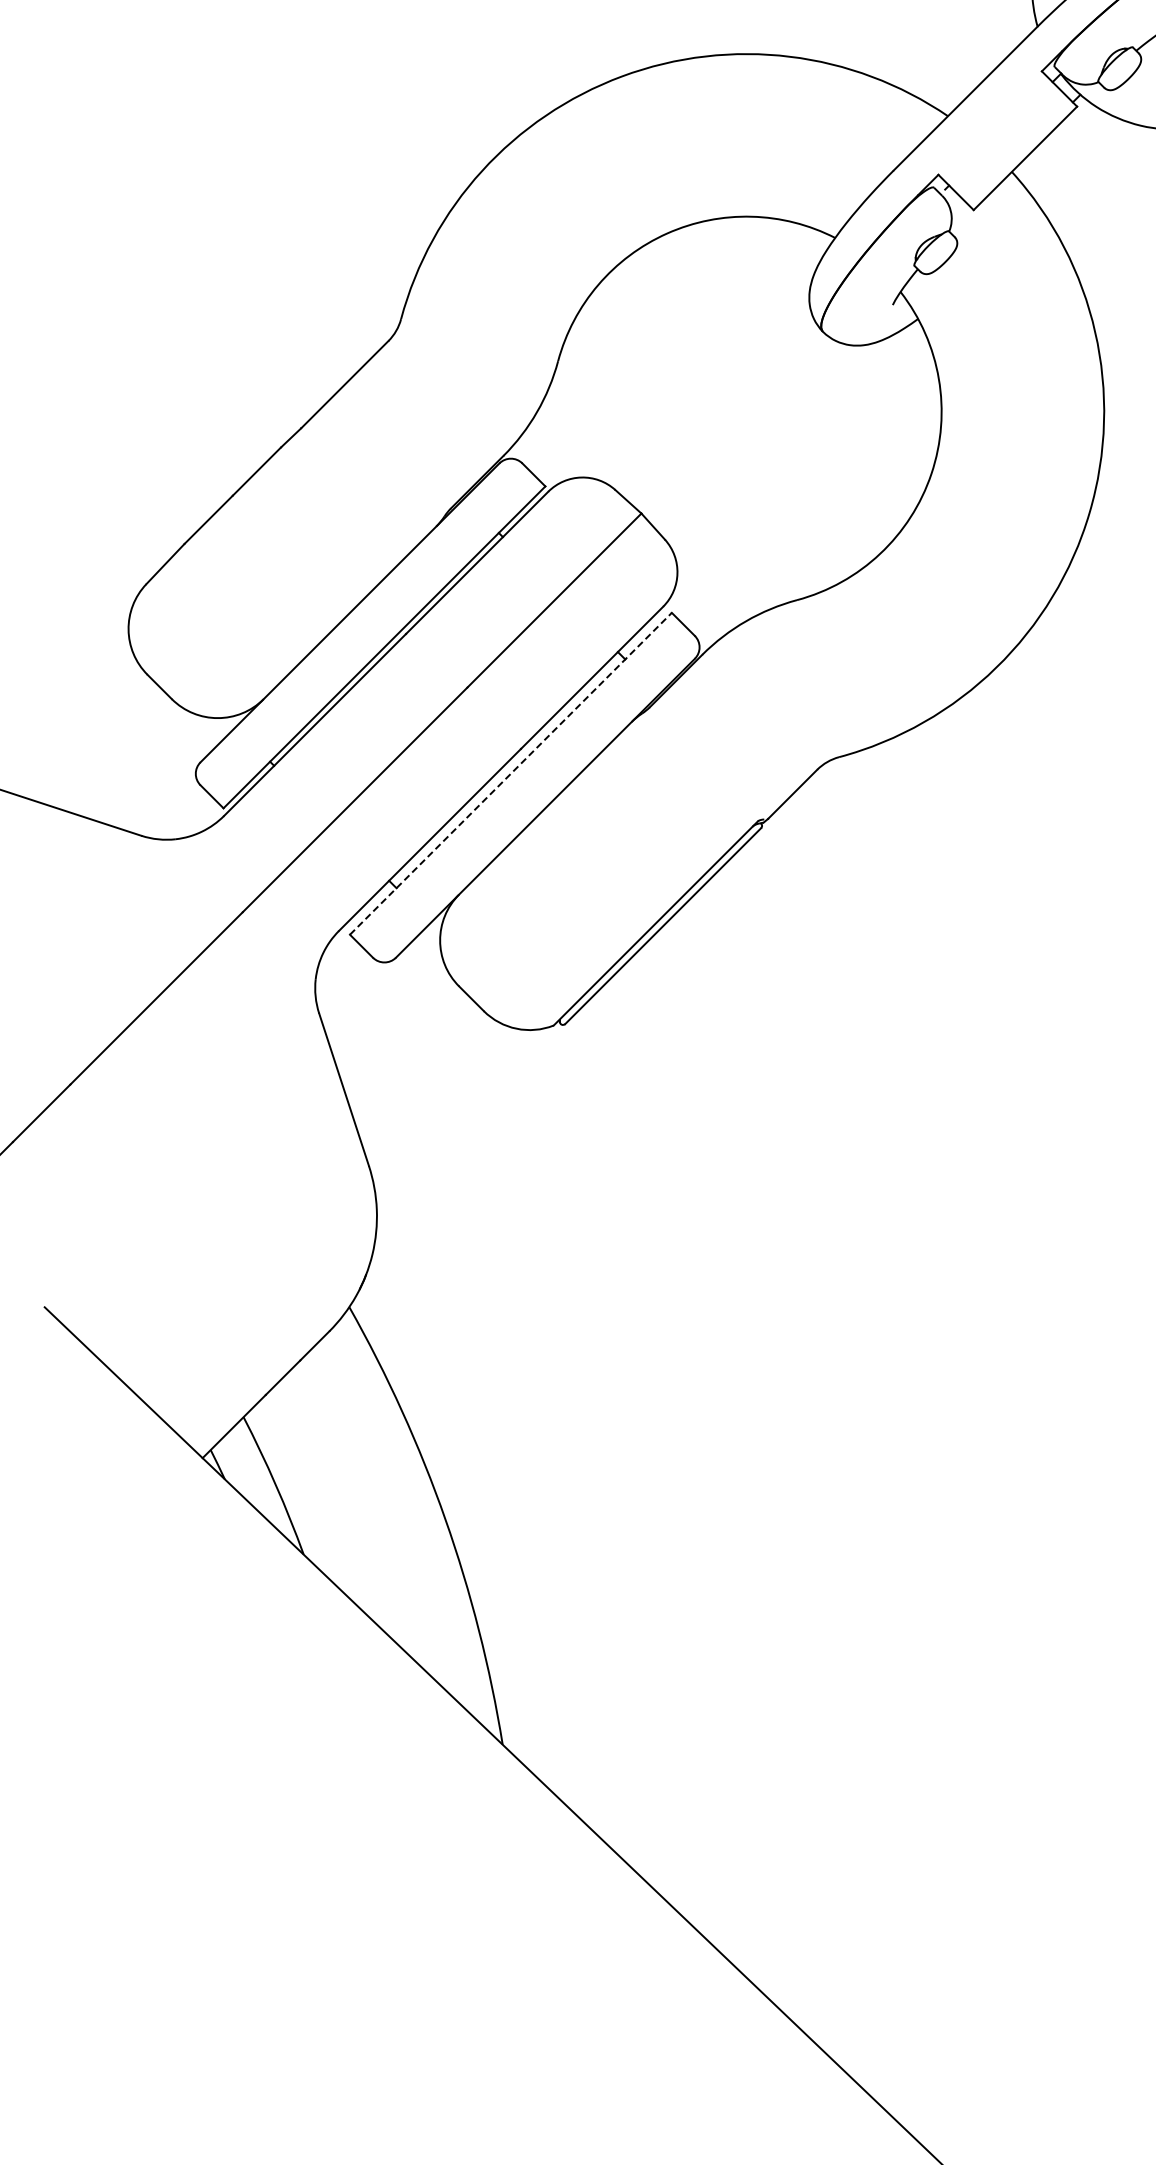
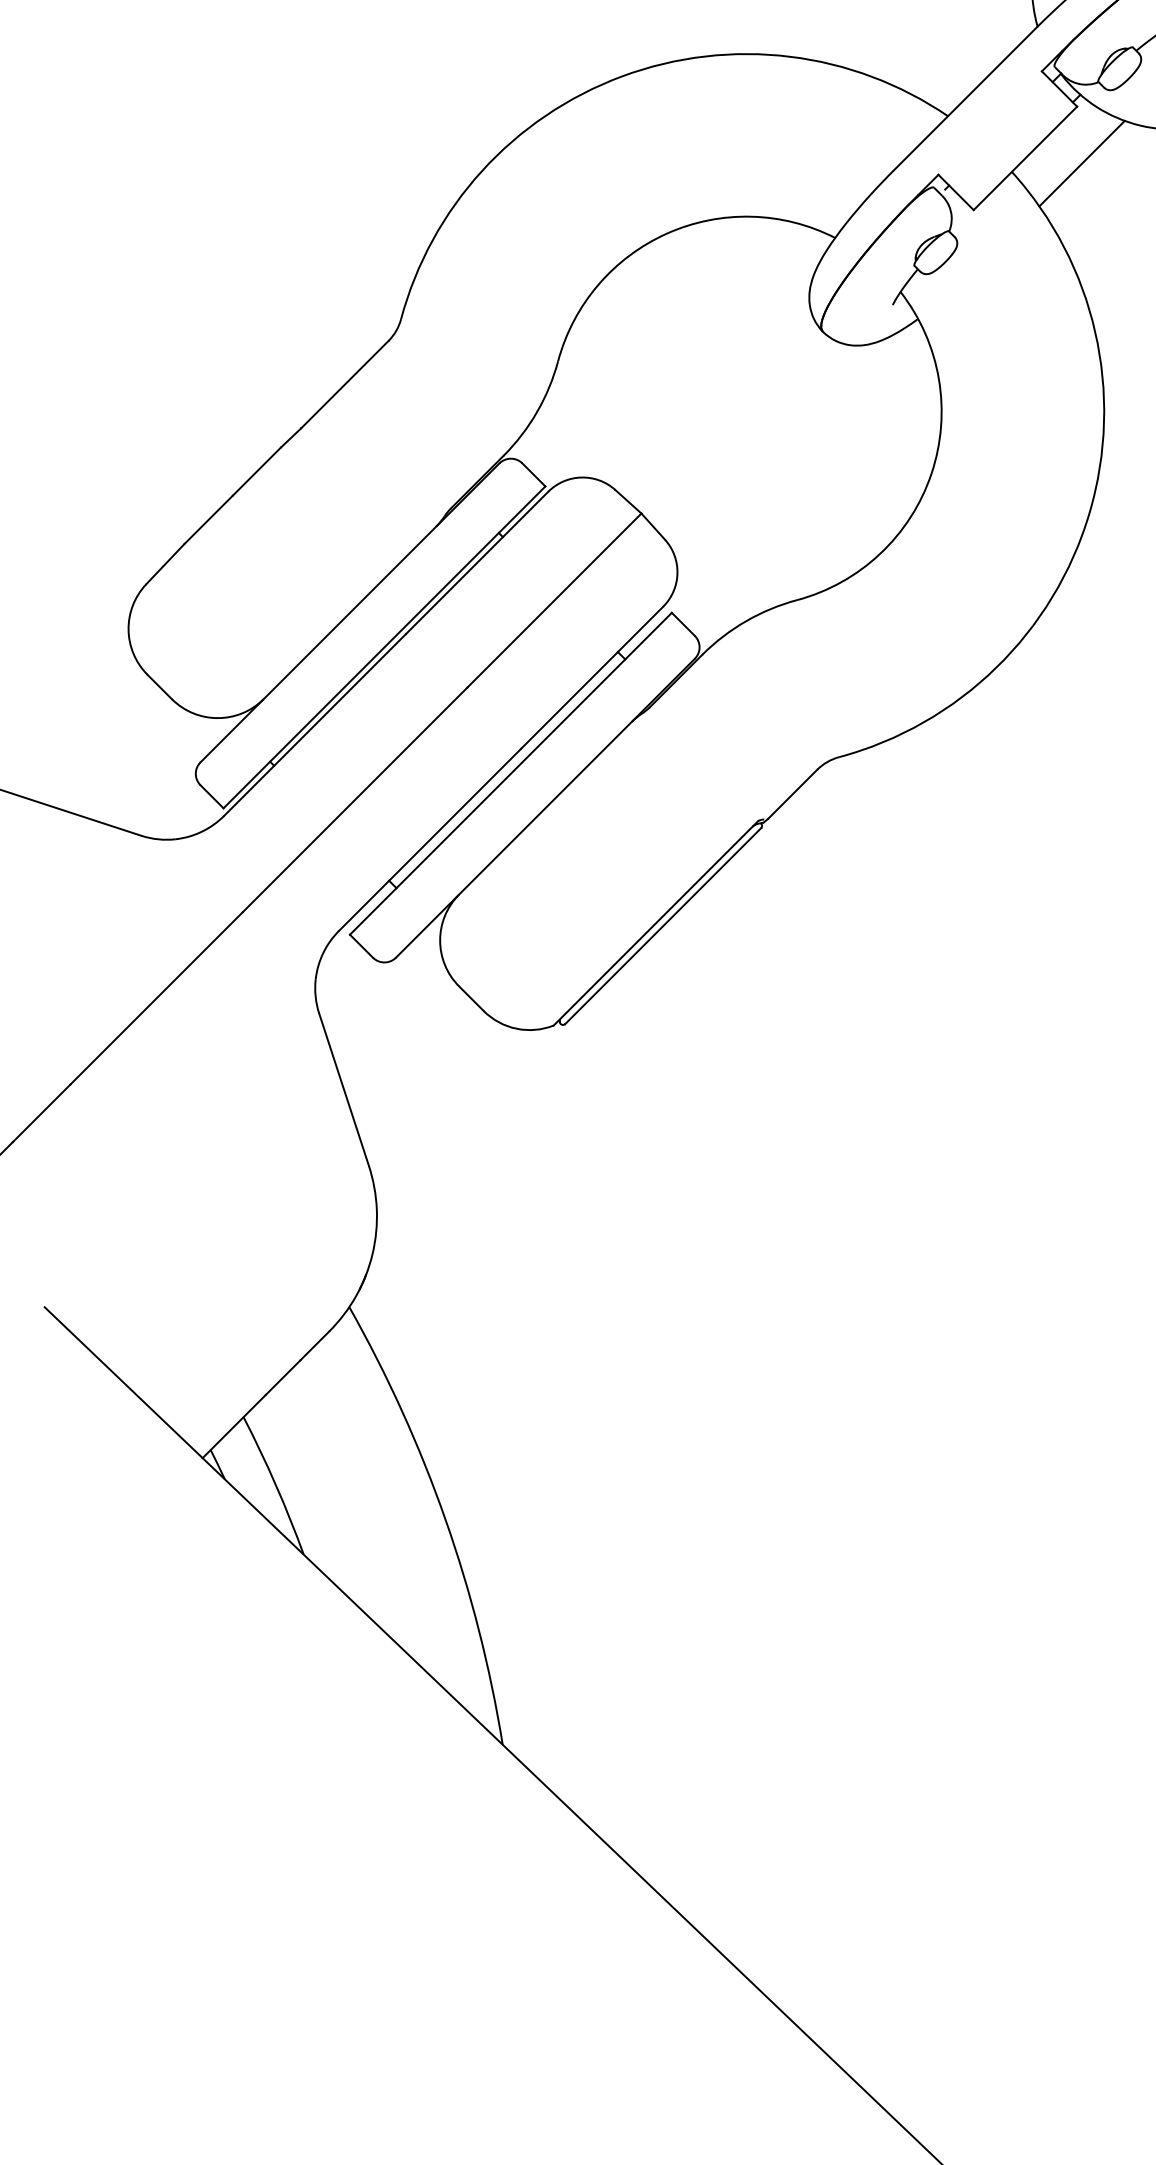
line at (1081, 163): none -> present
line at (510, 773): dashed -> solid
